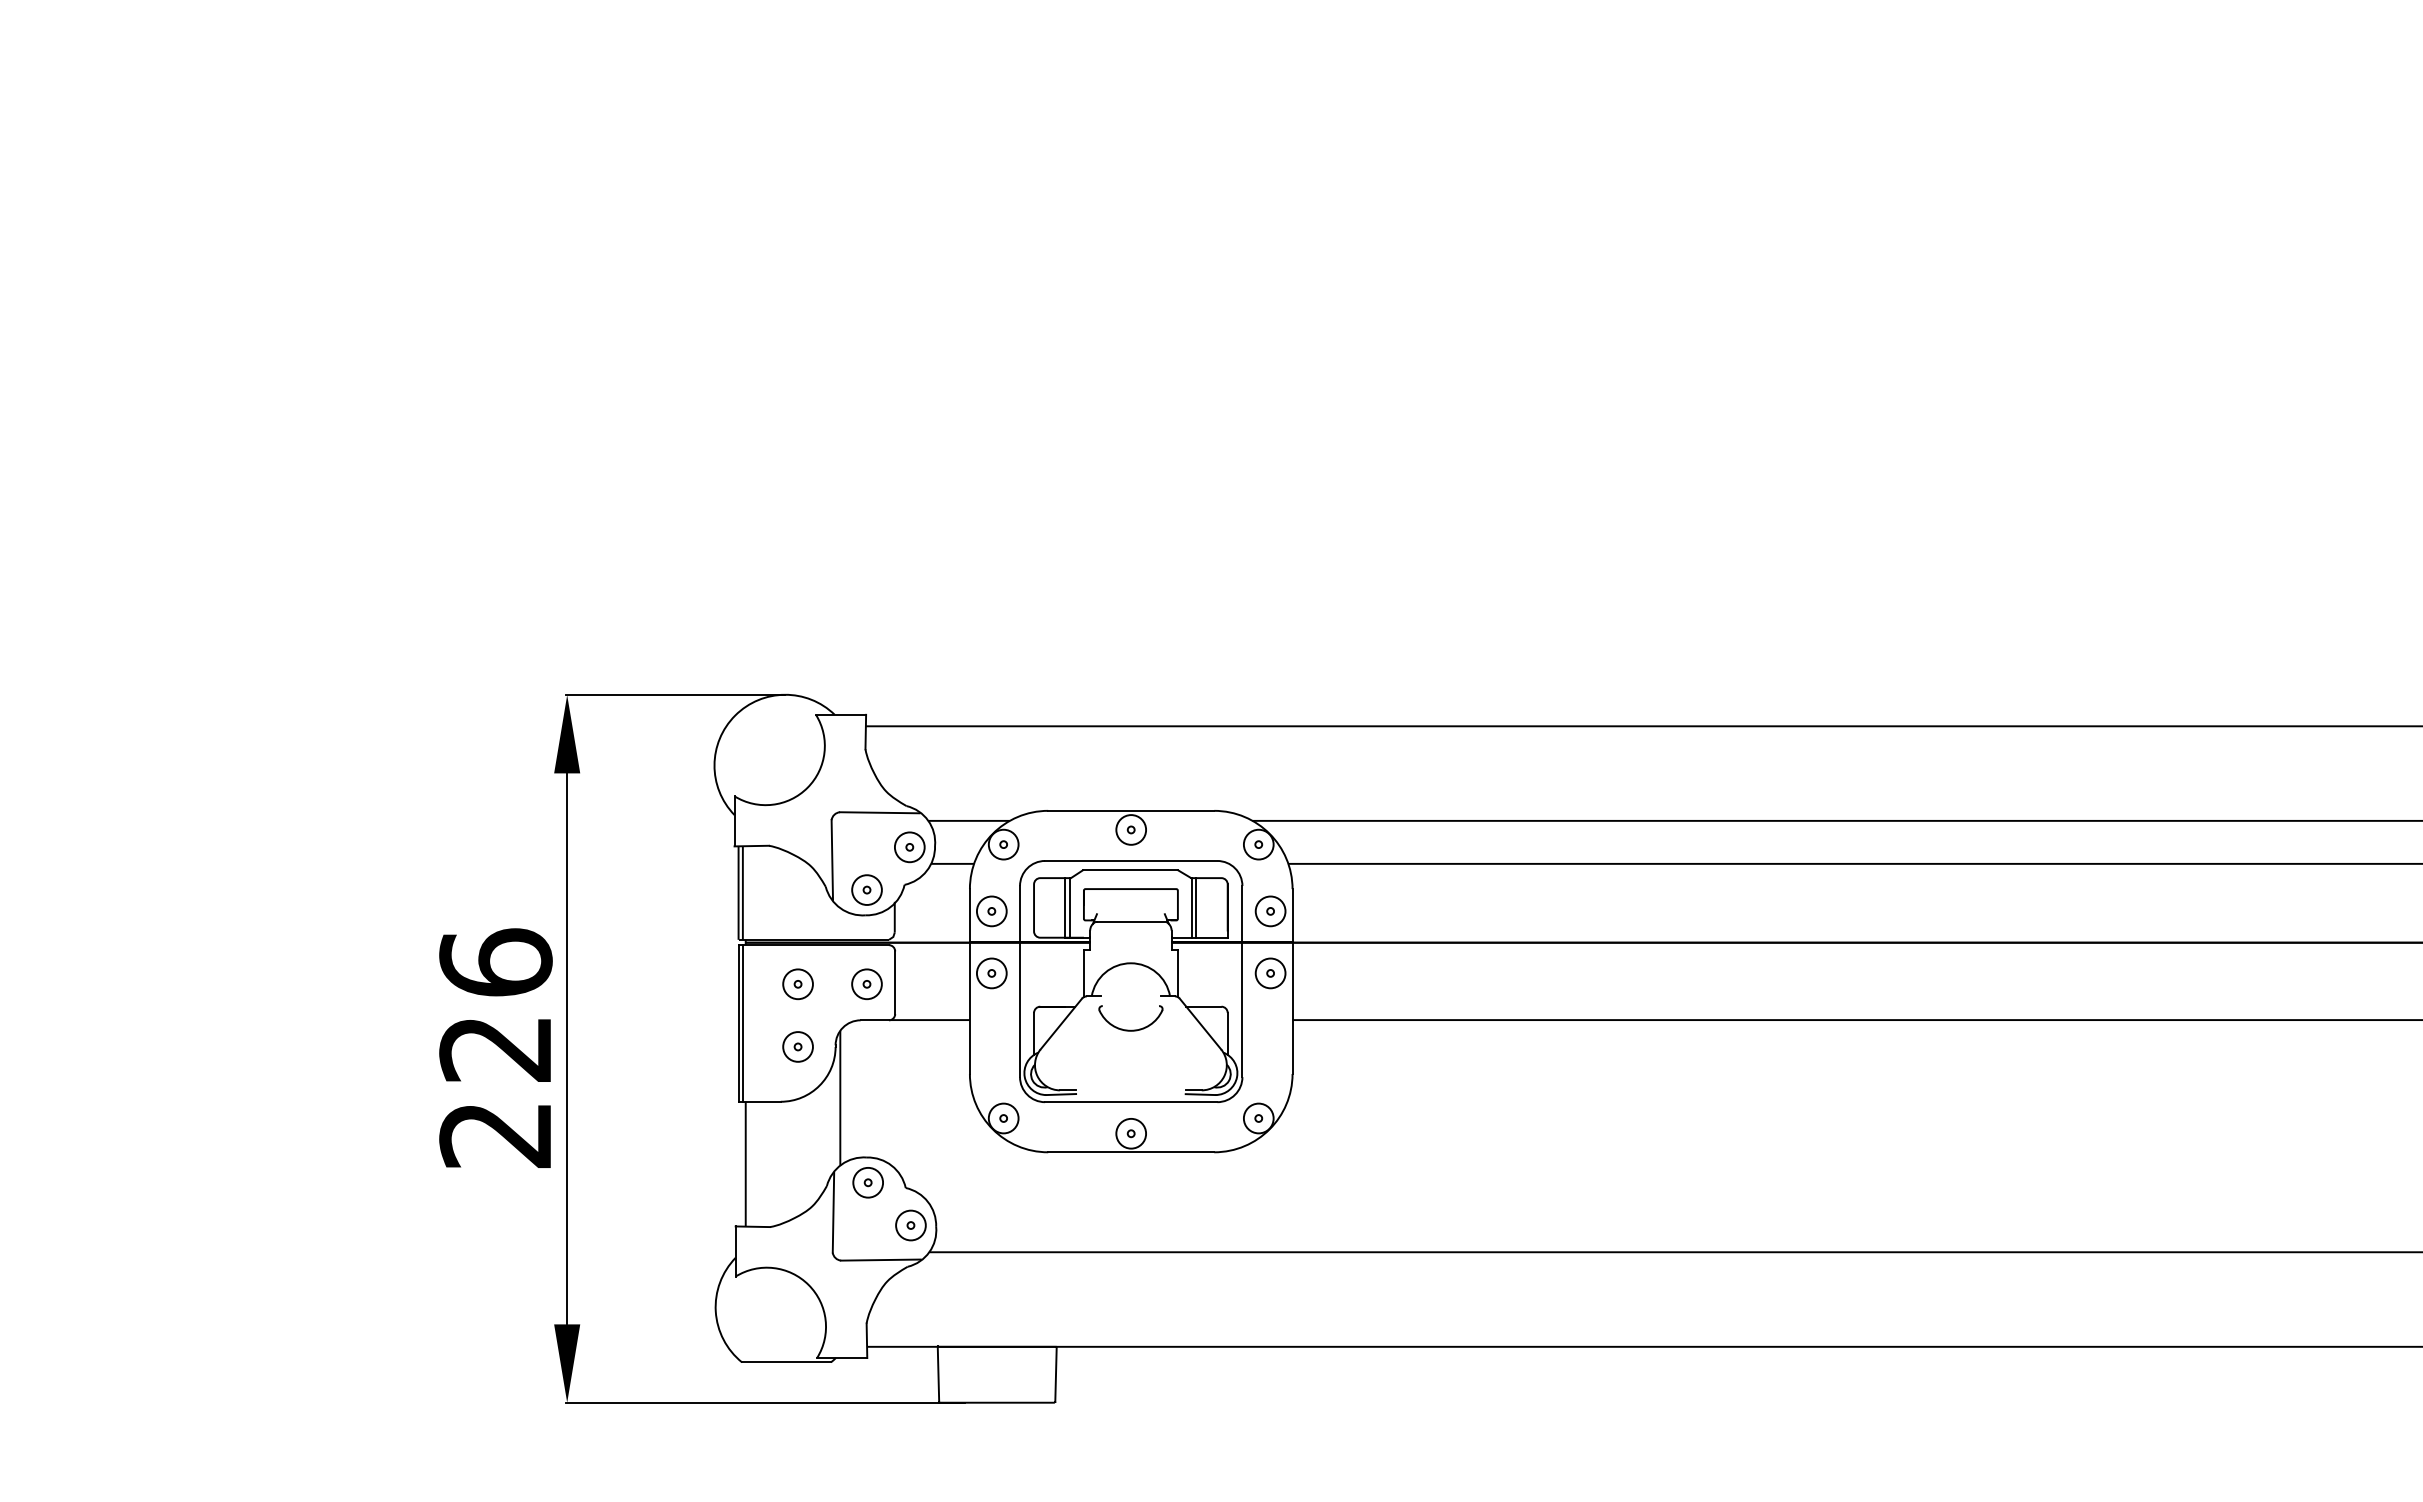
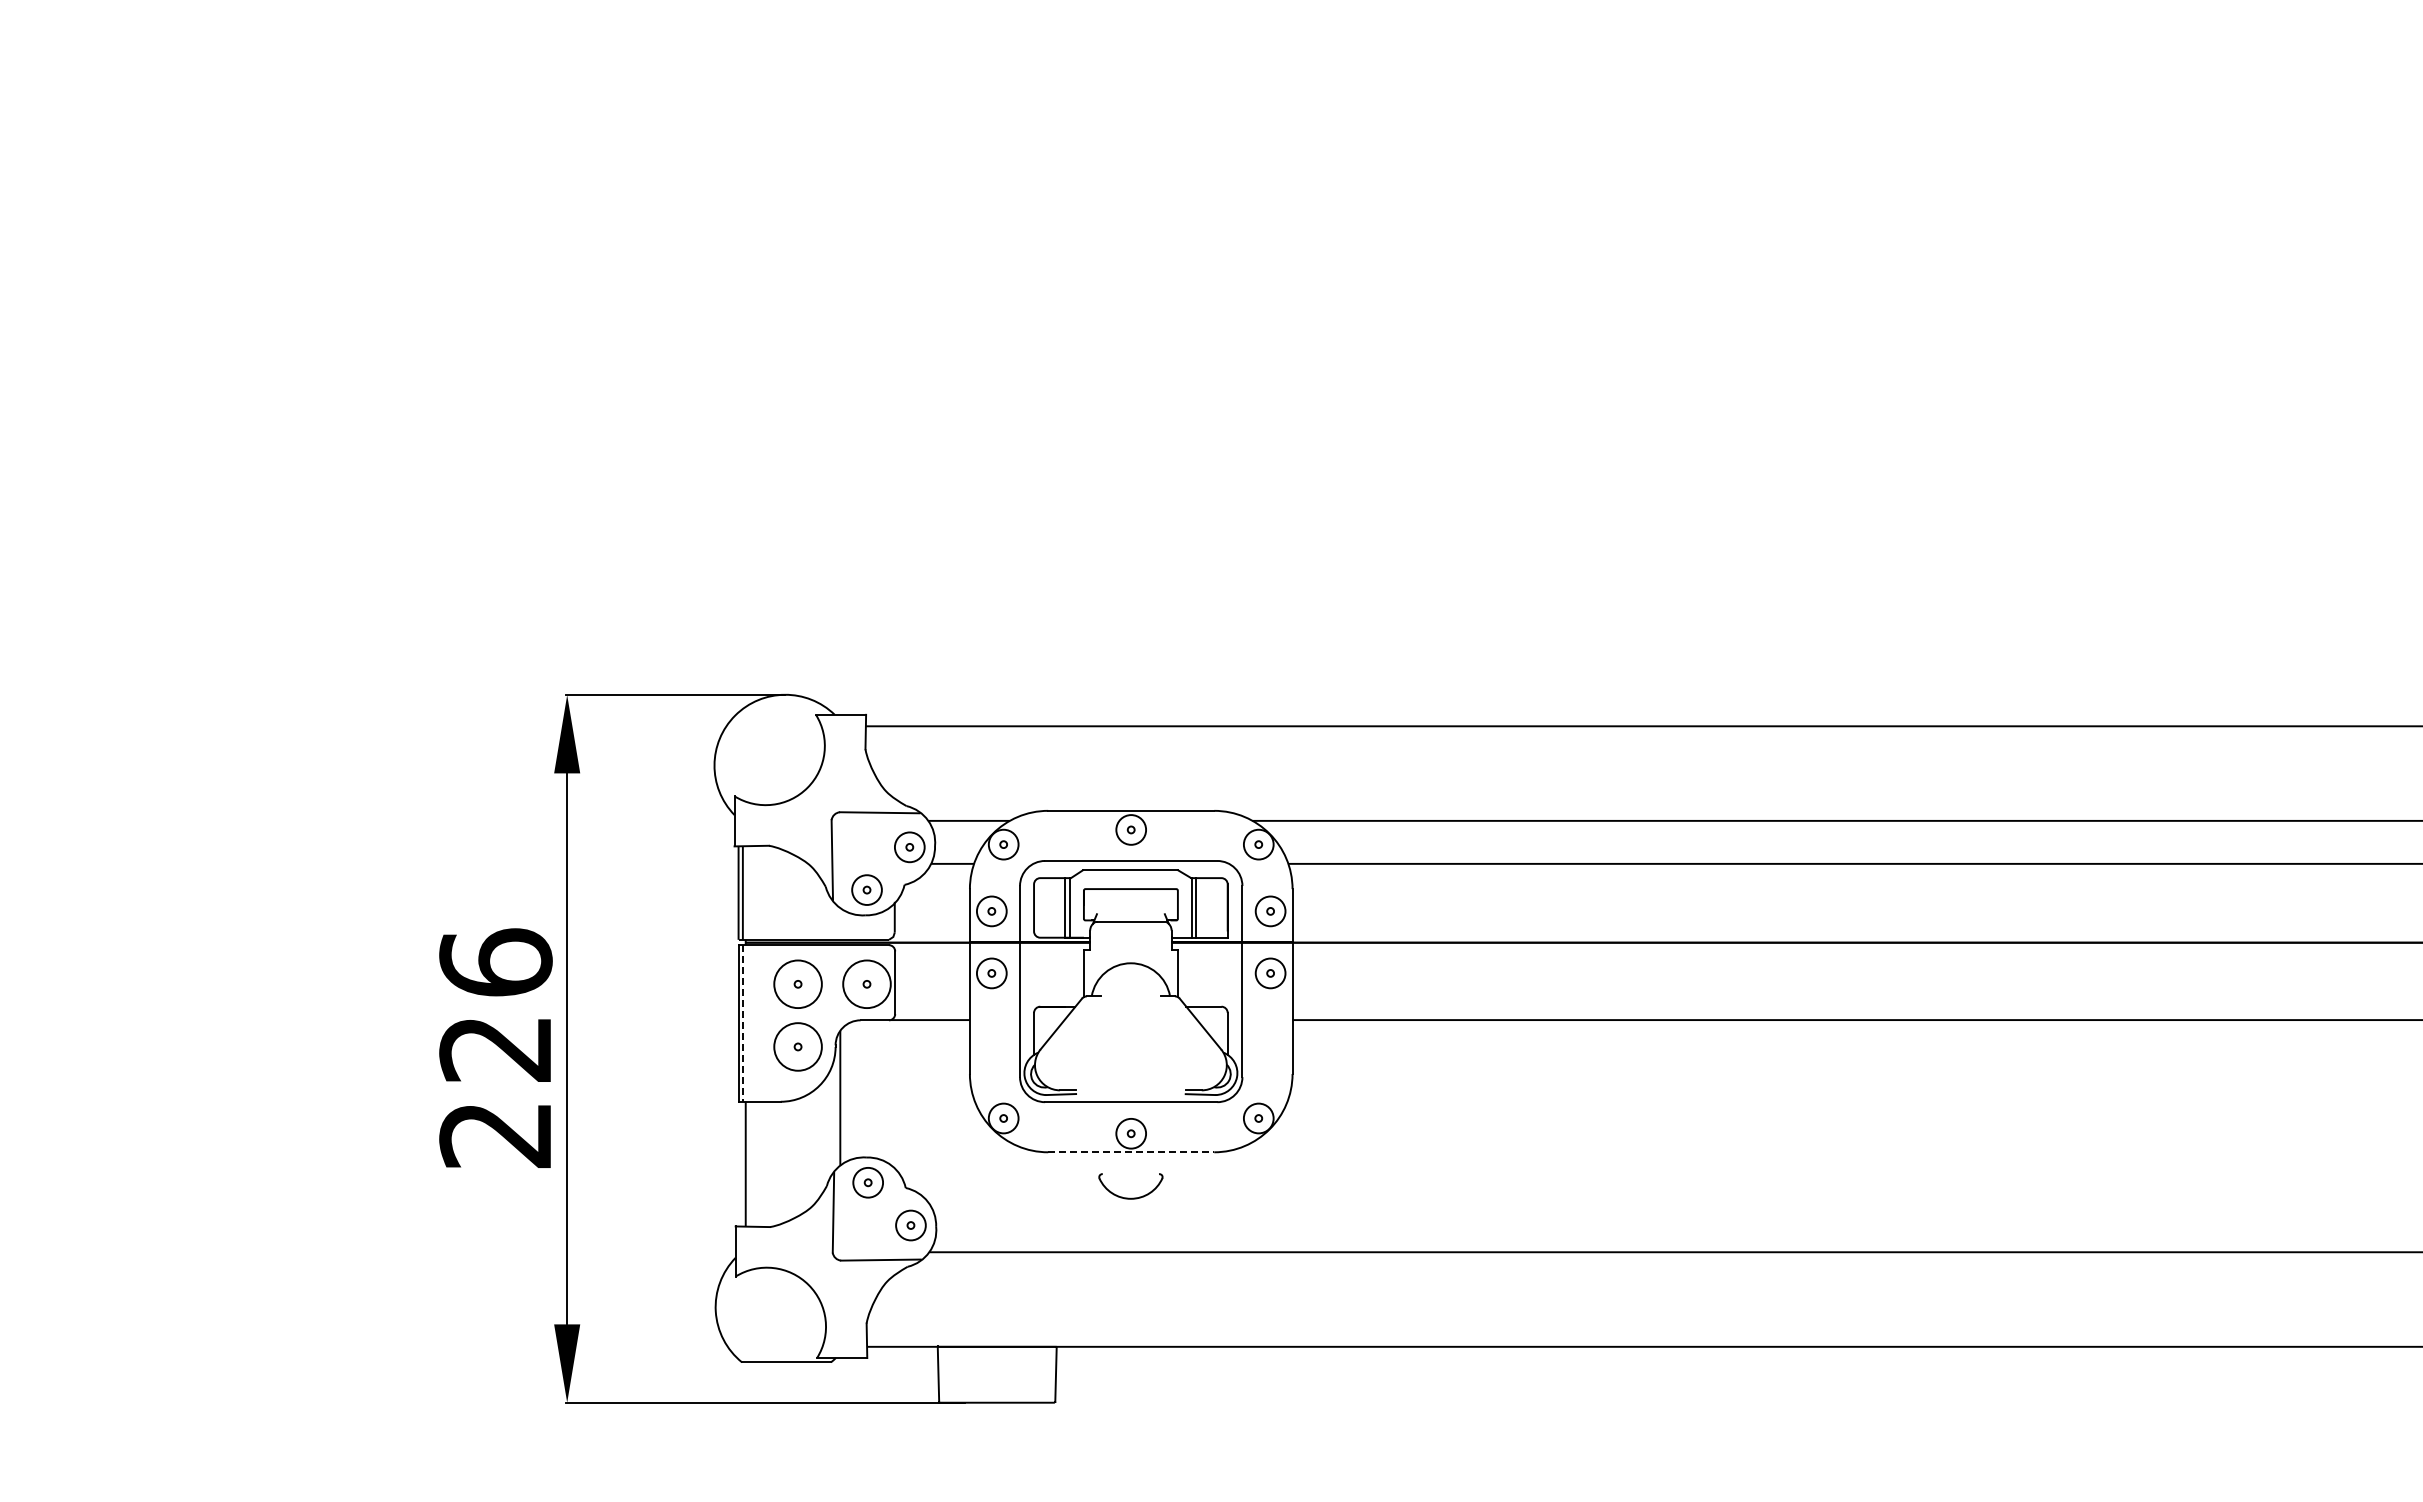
circle at (797, 984) diameter: 30 px -> 48 px
circle at (866, 984) diameter: 30 px -> 48 px
line at (743, 1023): solid -> dashed
part at (1130, 1029) position: (1130, 1029) -> (1130, 1197)
circle at (797, 1046) diameter: 30 px -> 48 px
line at (1131, 1152): solid -> dashed
